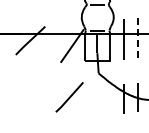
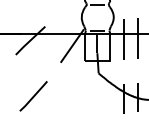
line at (138, 39): dashed -> solid
line at (69, 97) position: (69, 97) -> (33, 96)
